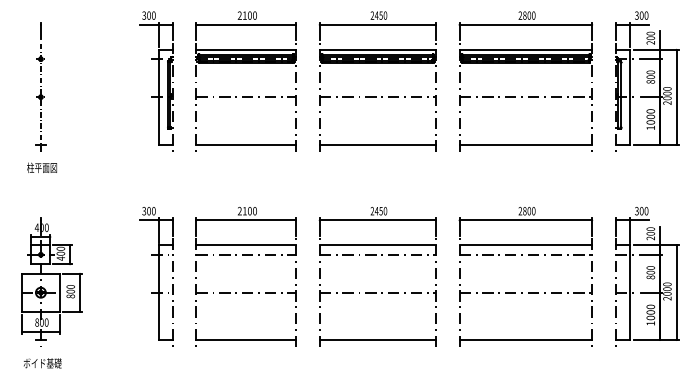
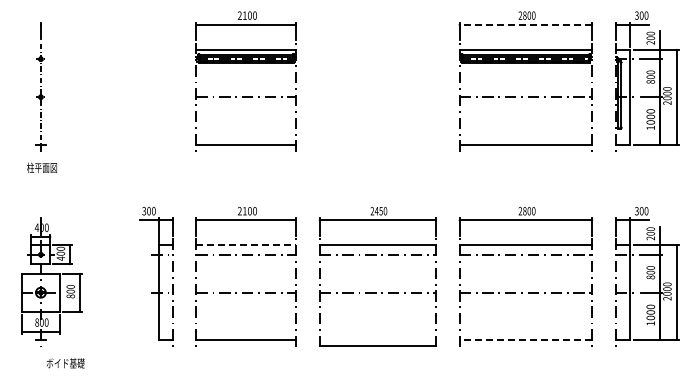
line at (525, 24): solid -> dashed
part at (156, 81): present -> none
part at (376, 96): present -> none
line at (246, 245): solid -> dashed
line at (377, 340) position: (377, 340) -> (377, 346)
line at (525, 340): solid -> dashed
text at (42, 363) position: (42, 363) -> (65, 363)
